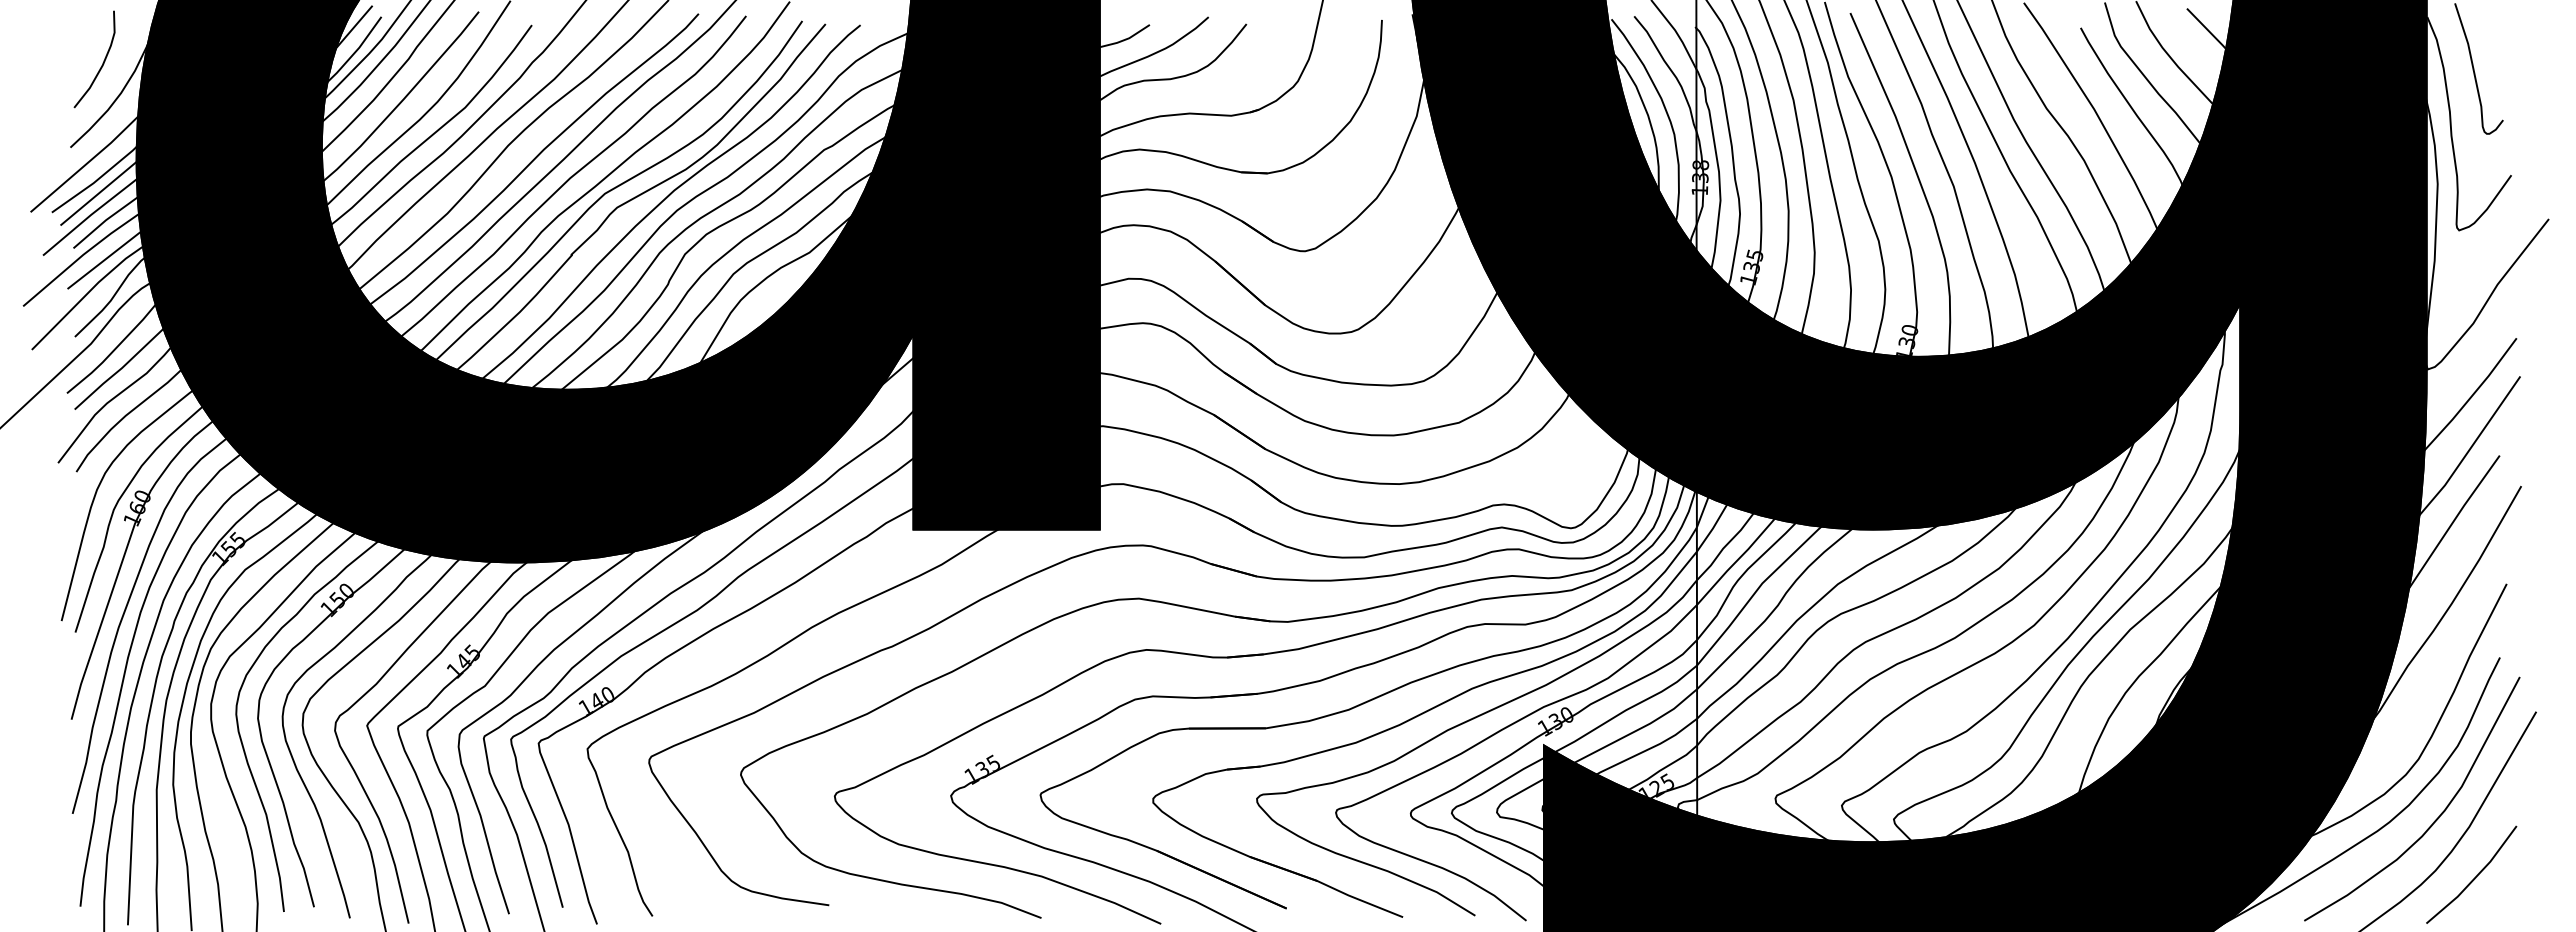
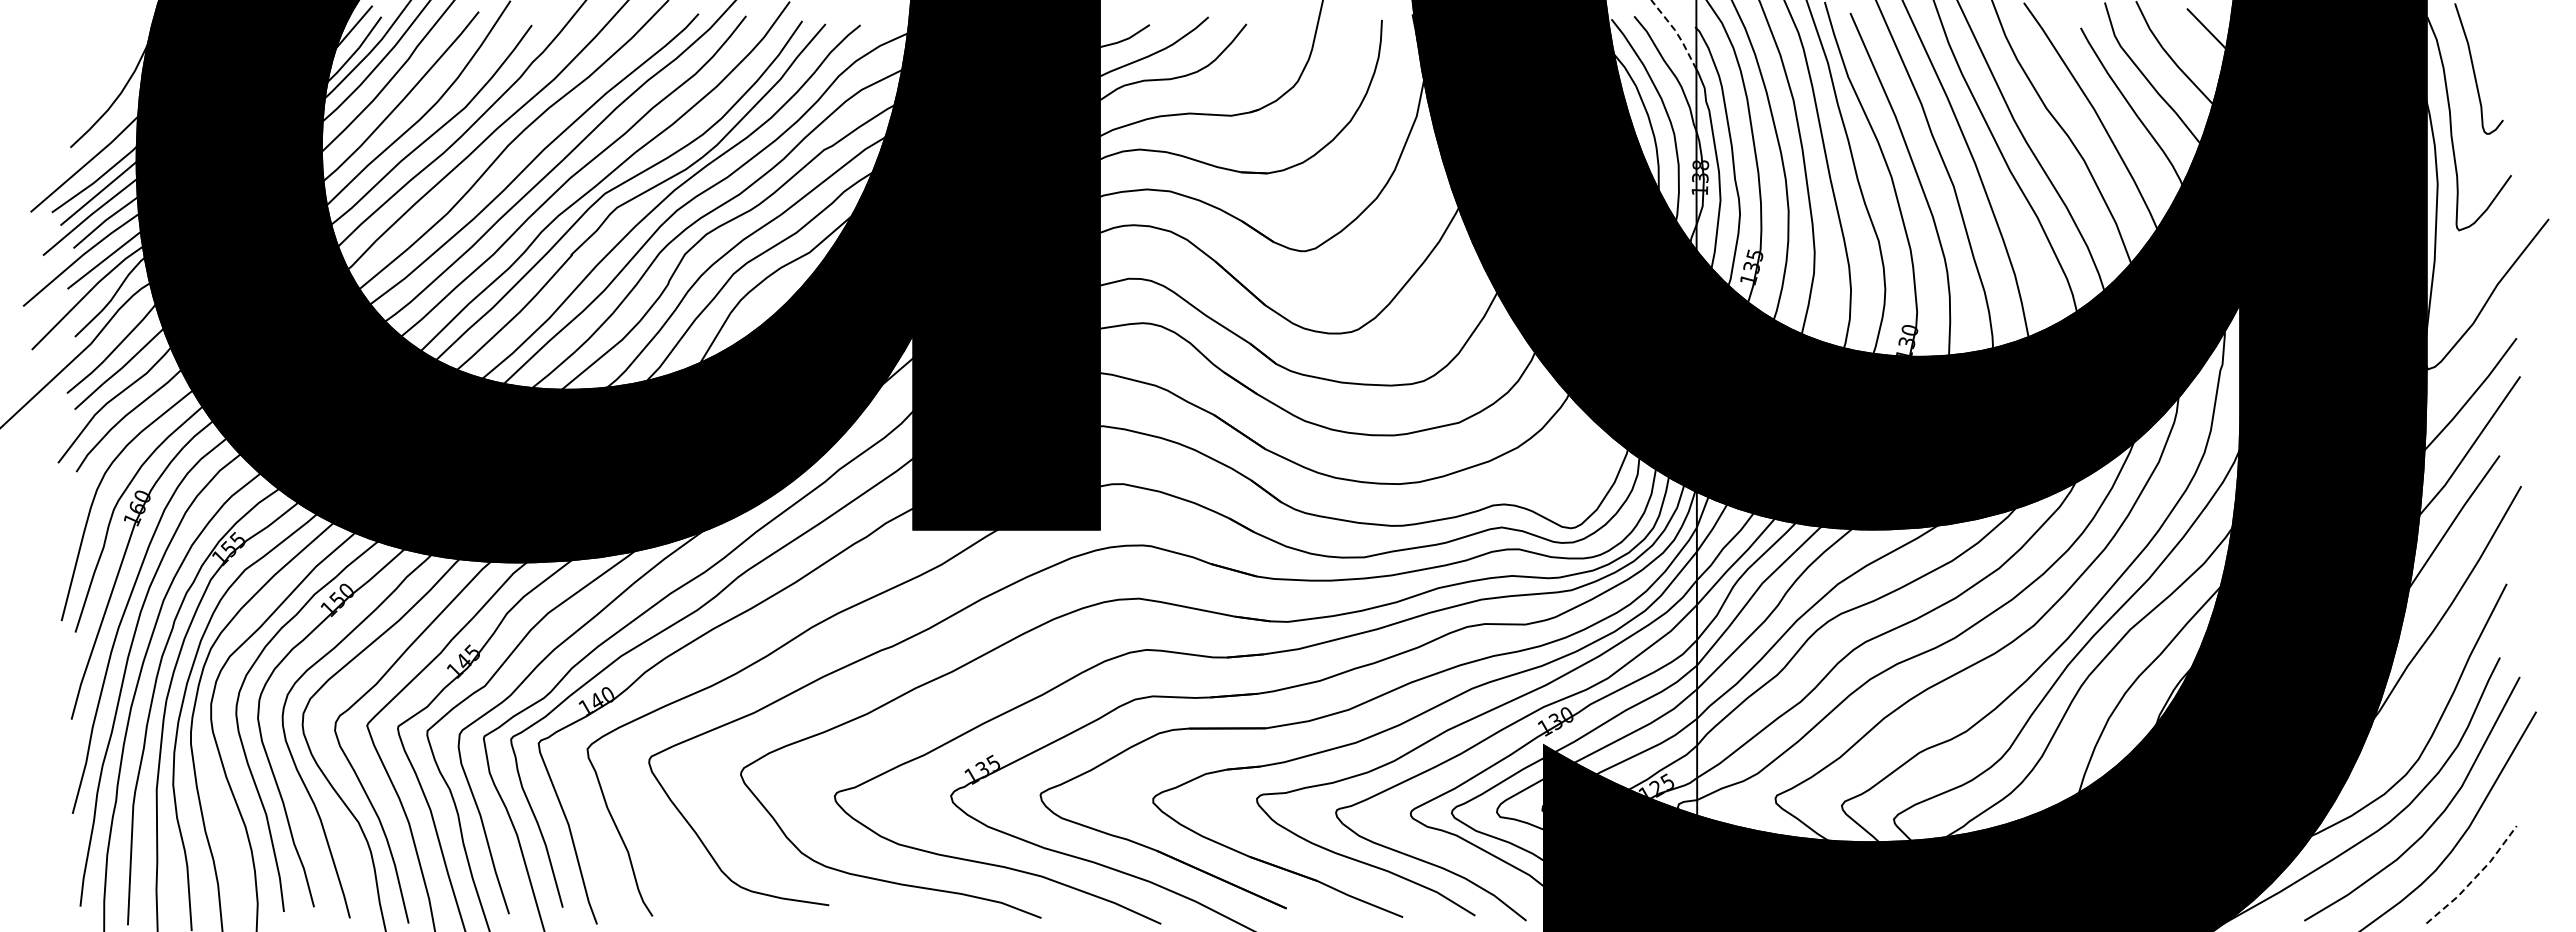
line at (1677, 33): solid -> dashed
curve at (102, 63): present -> none
line at (2475, 877): solid -> dashed
